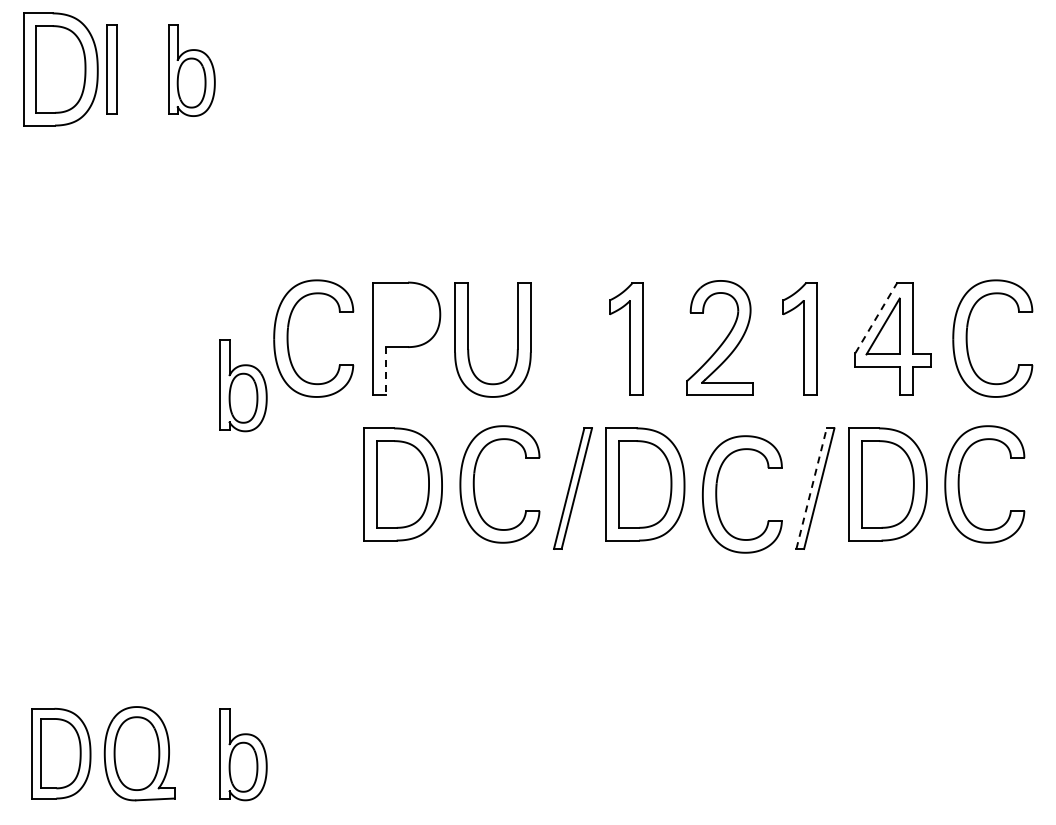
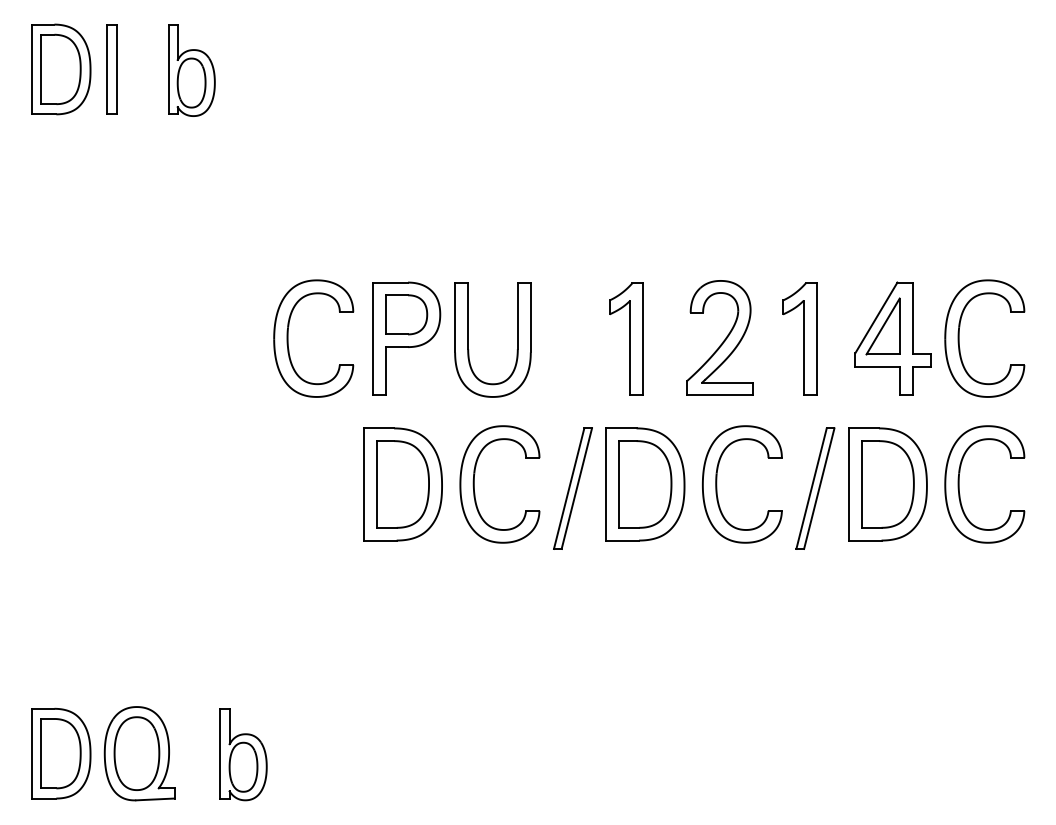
part at (60, 69) size: 76x115 px -> 61x93 px
part at (406, 314): none -> present
line at (876, 317): dashed -> solid
part at (967, 338) position: (967, 338) -> (959, 338)
line at (386, 370): dashed -> solid
part at (243, 385): present -> none
line at (811, 488): dashed -> solid
part at (717, 494) position: (717, 494) -> (717, 484)
